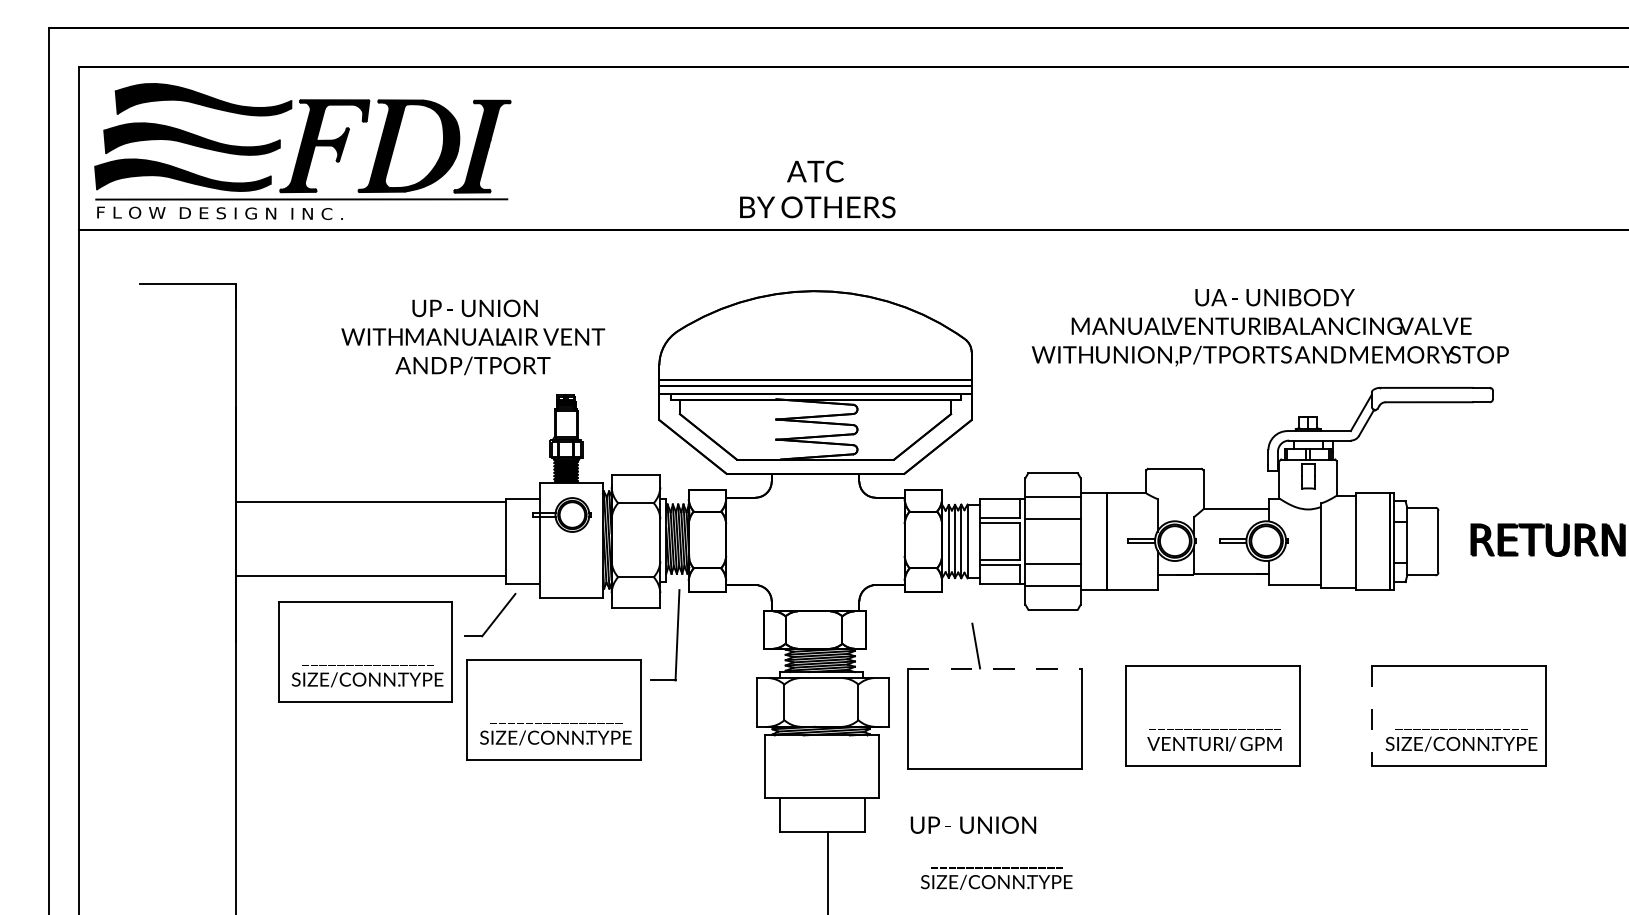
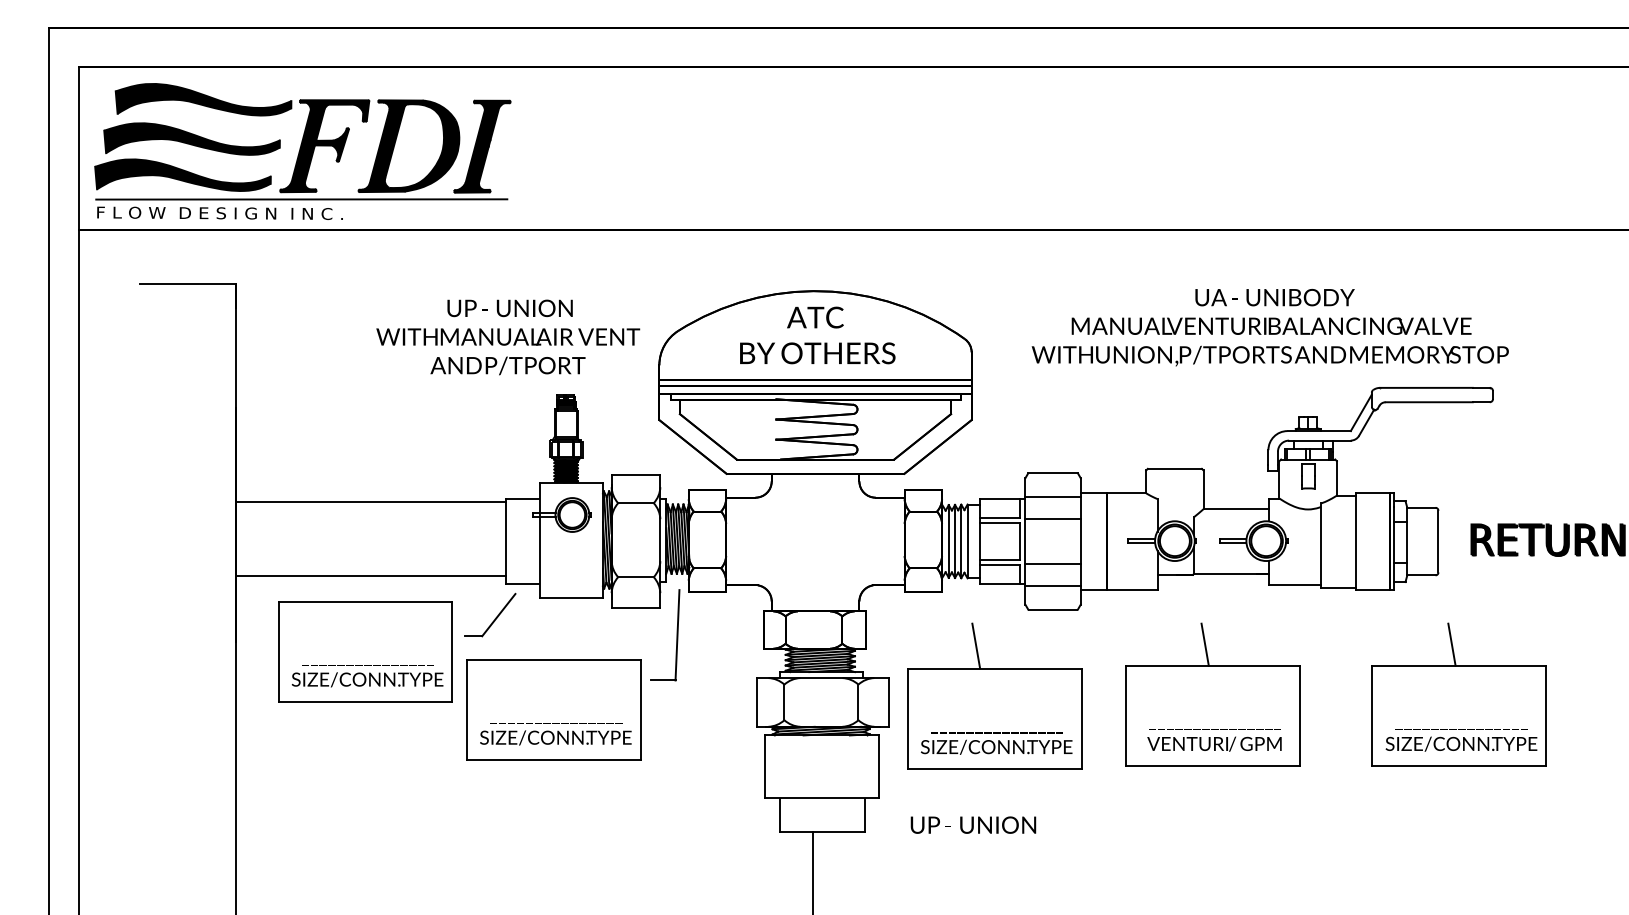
text at (817, 189) position: (817, 189) -> (817, 335)
text at (473, 337) position: (473, 337) -> (508, 337)
line at (1204, 644): none -> present
line at (1451, 644): none -> present
line at (994, 668): dashed -> solid
line at (1372, 716): dashed -> solid
line at (827, 871) position: (827, 871) -> (812, 871)
text at (996, 878) position: (996, 878) -> (996, 743)
